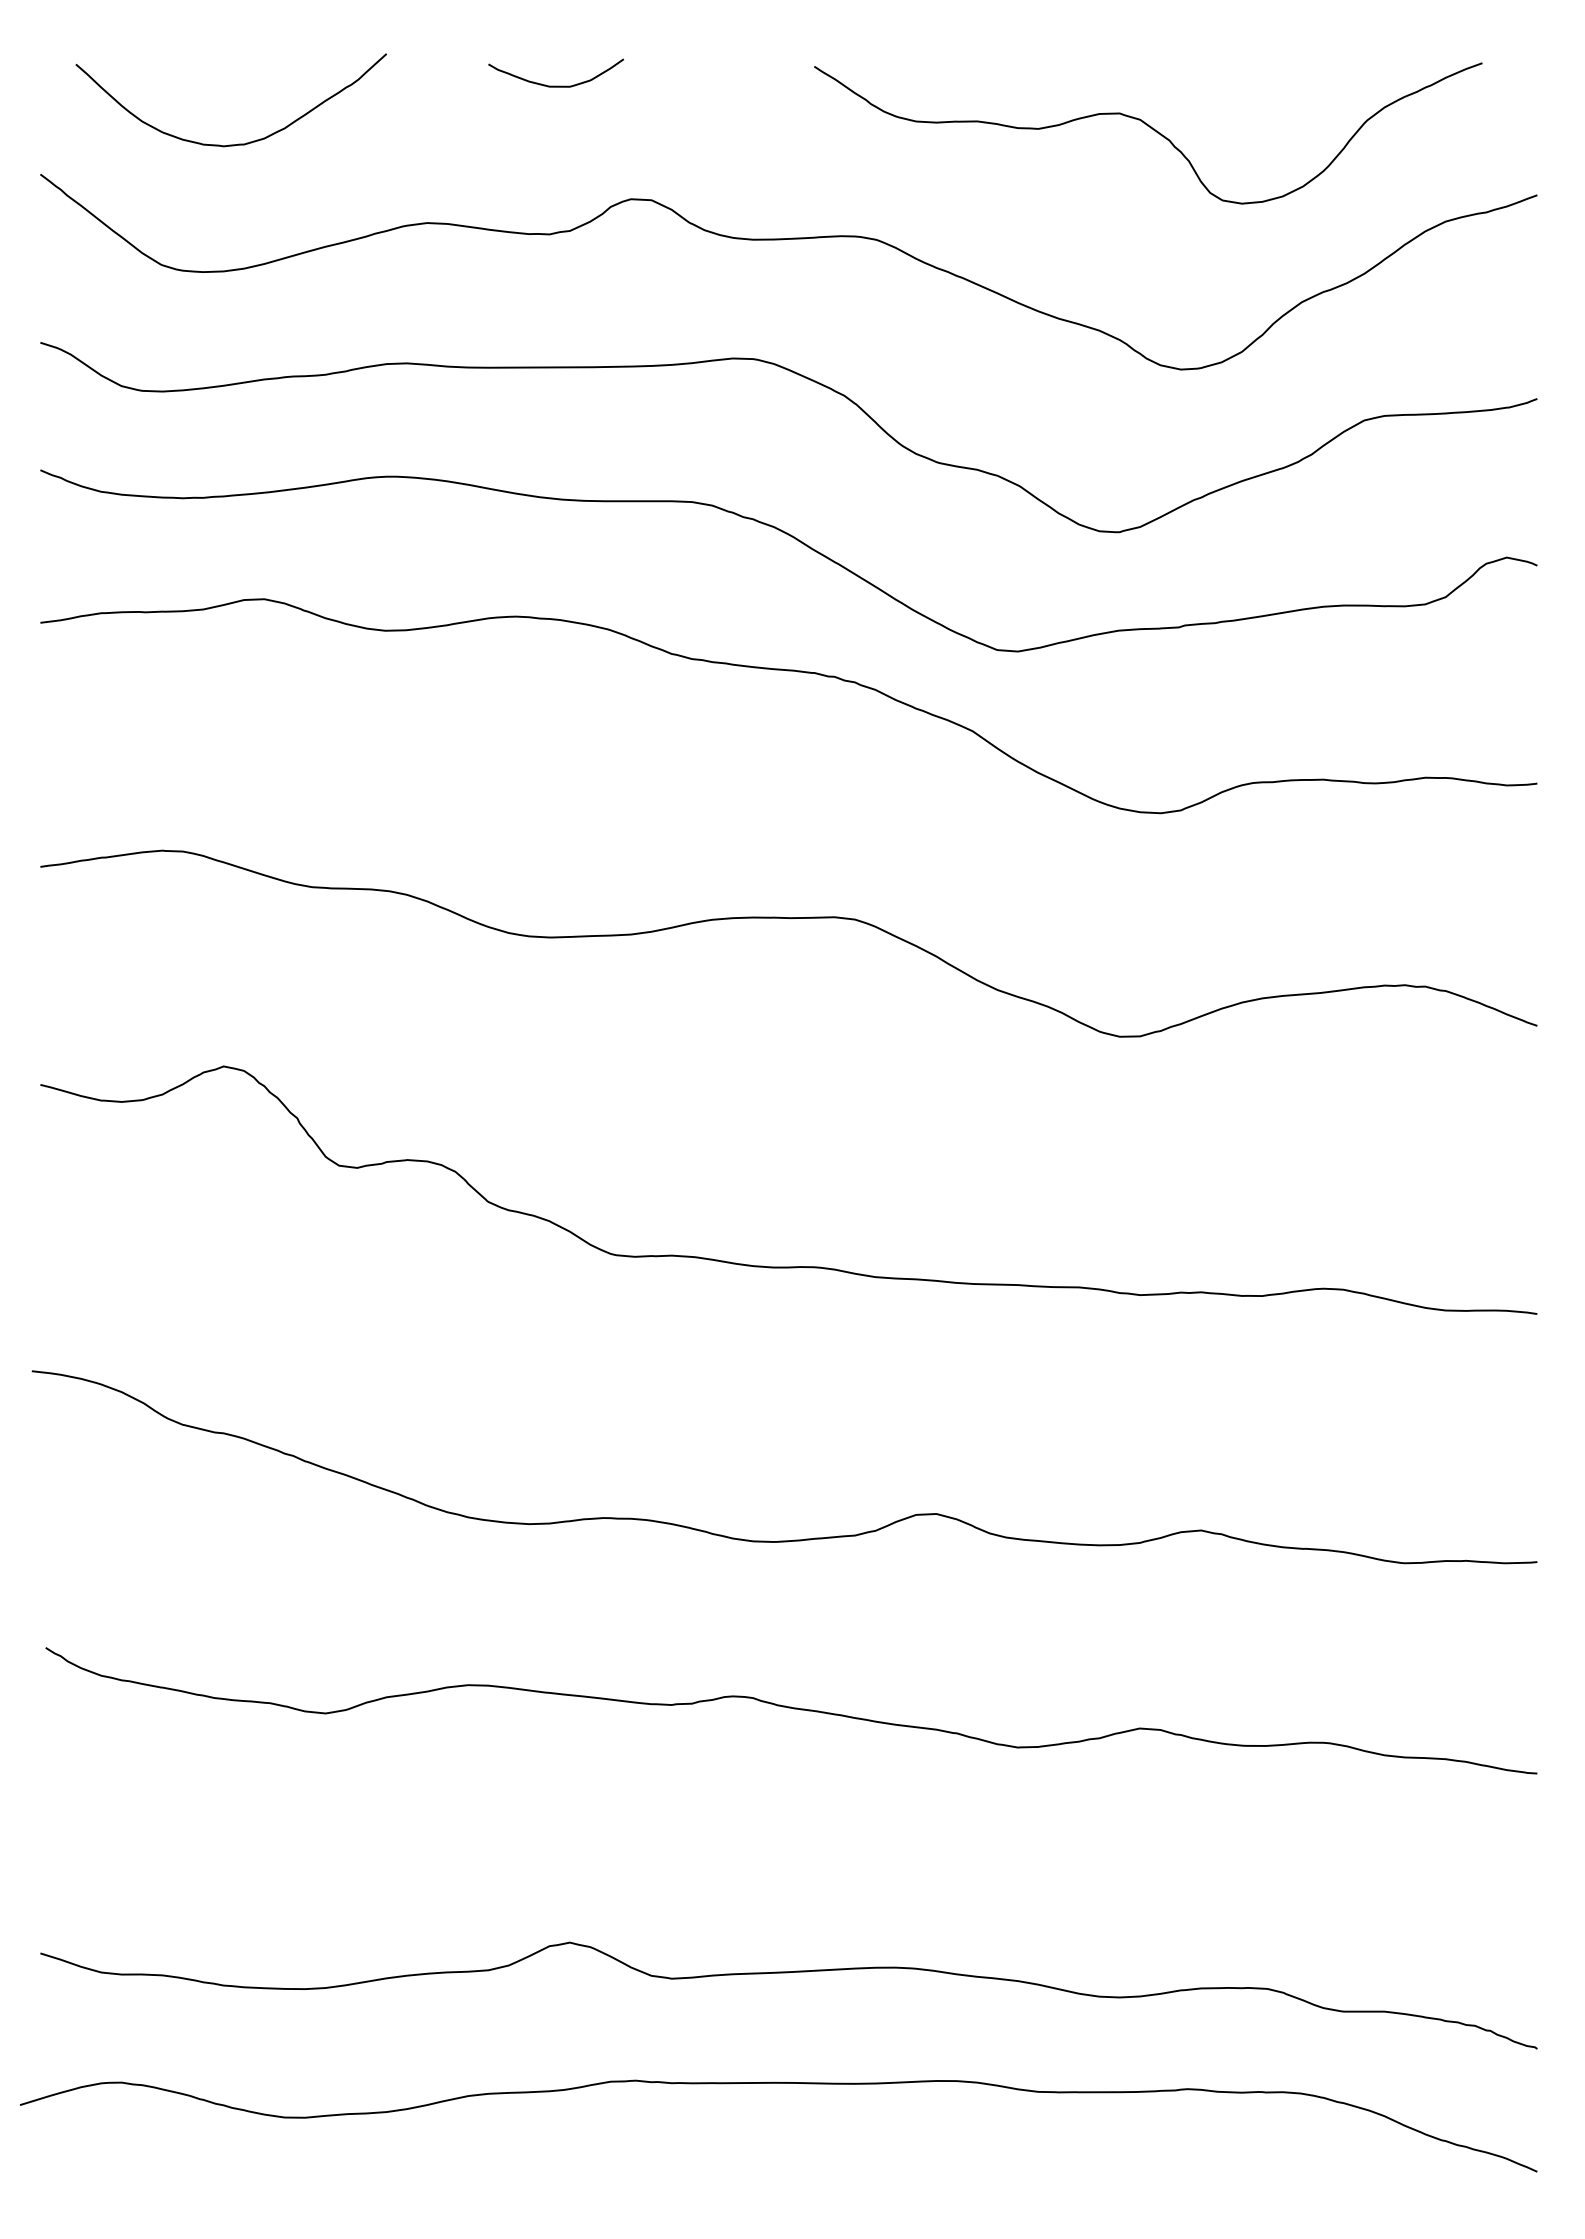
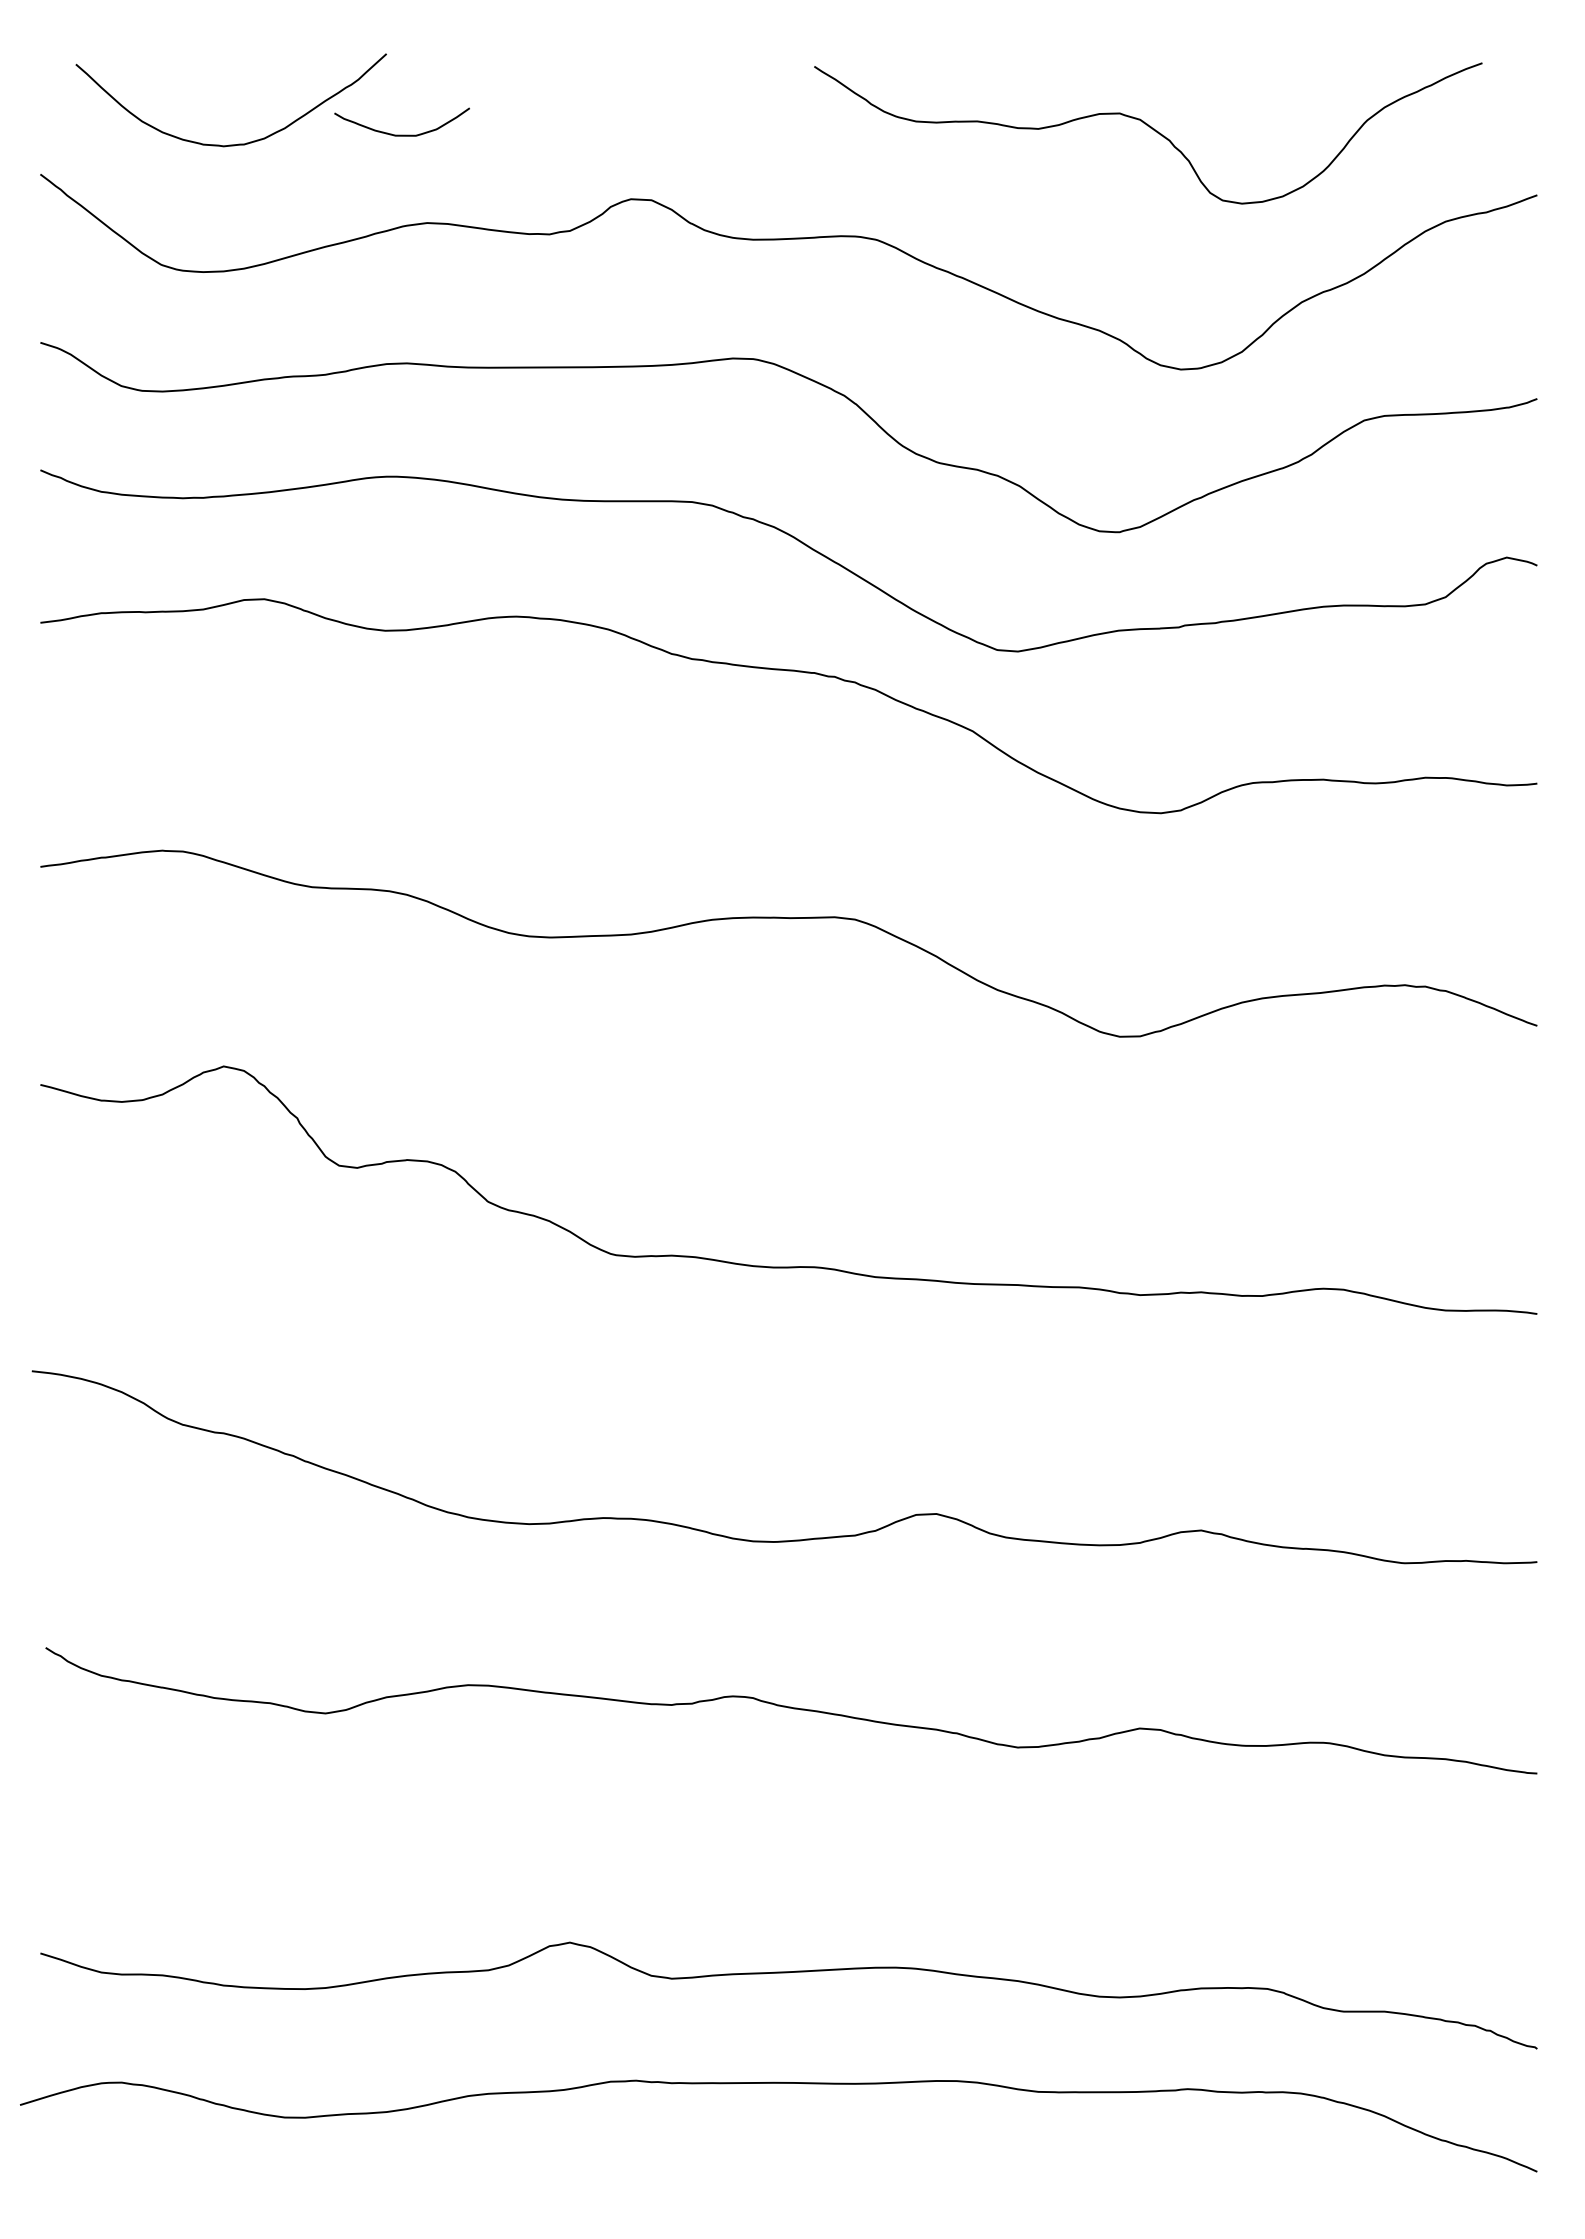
curve at (555, 85) position: (555, 85) -> (401, 134)
